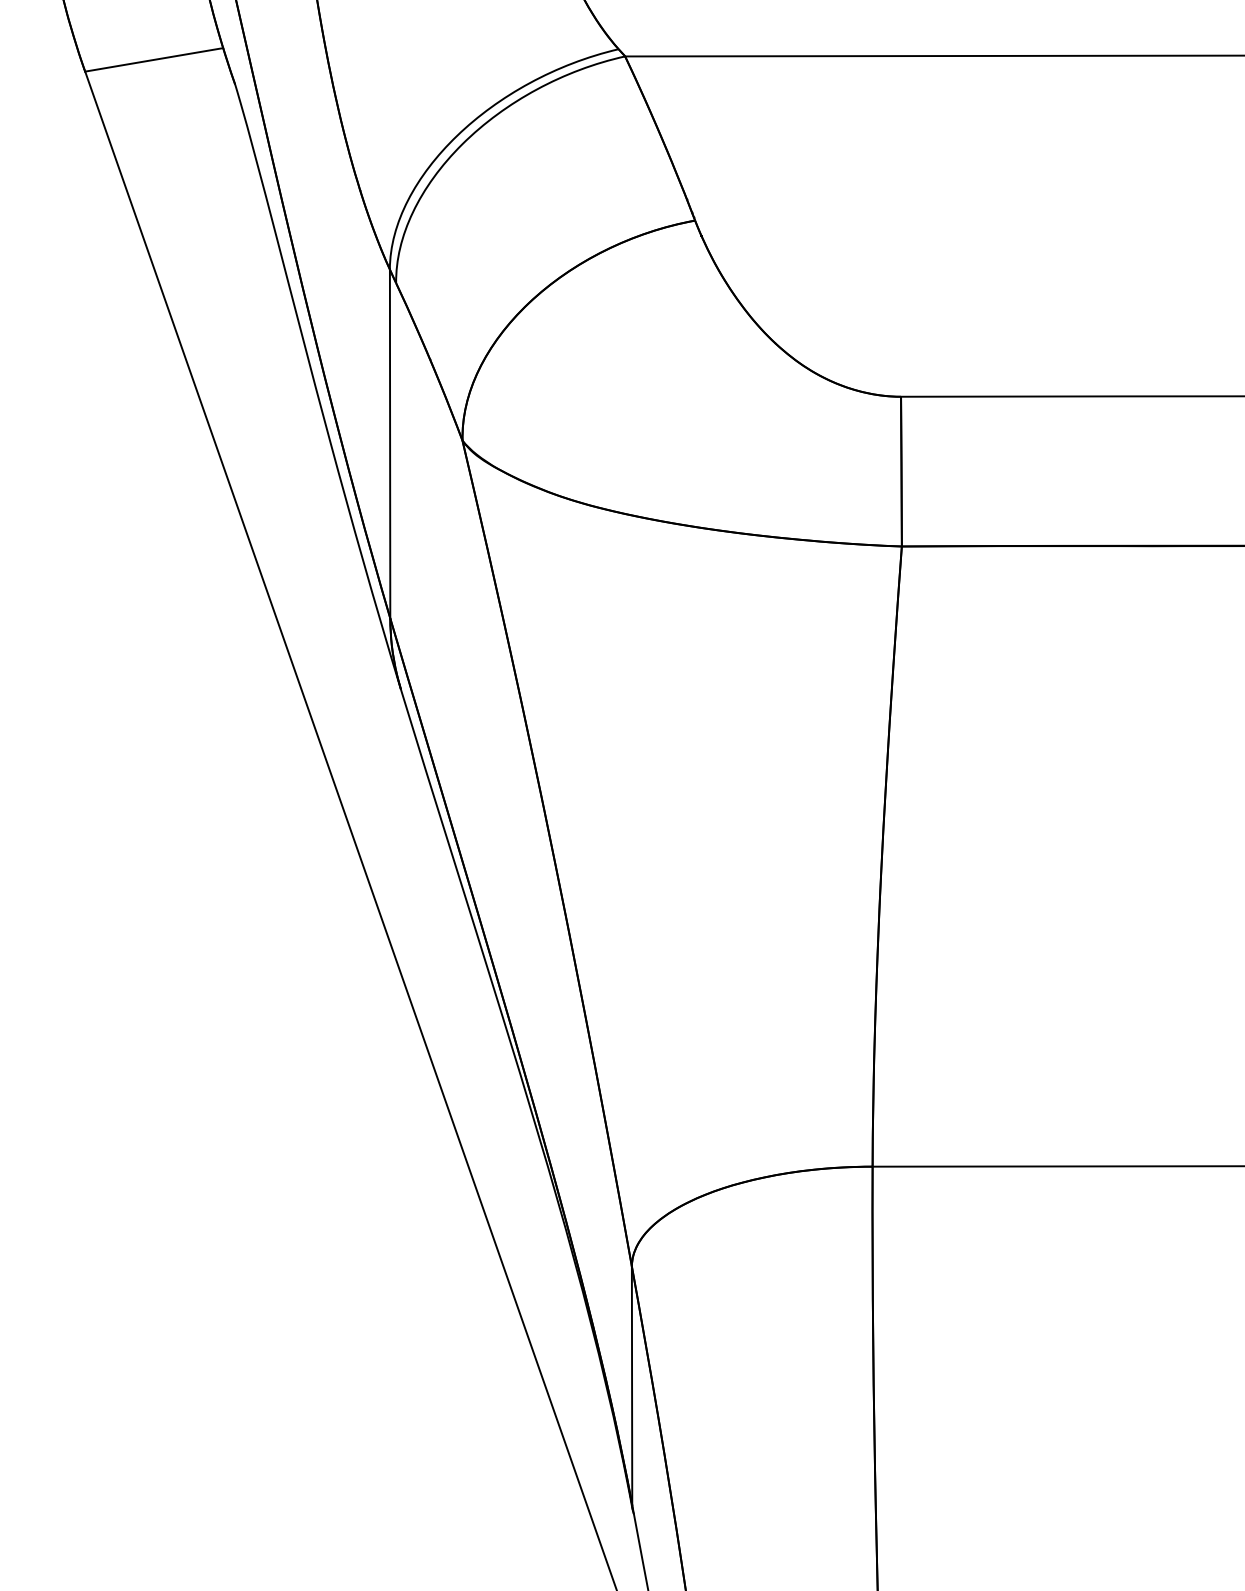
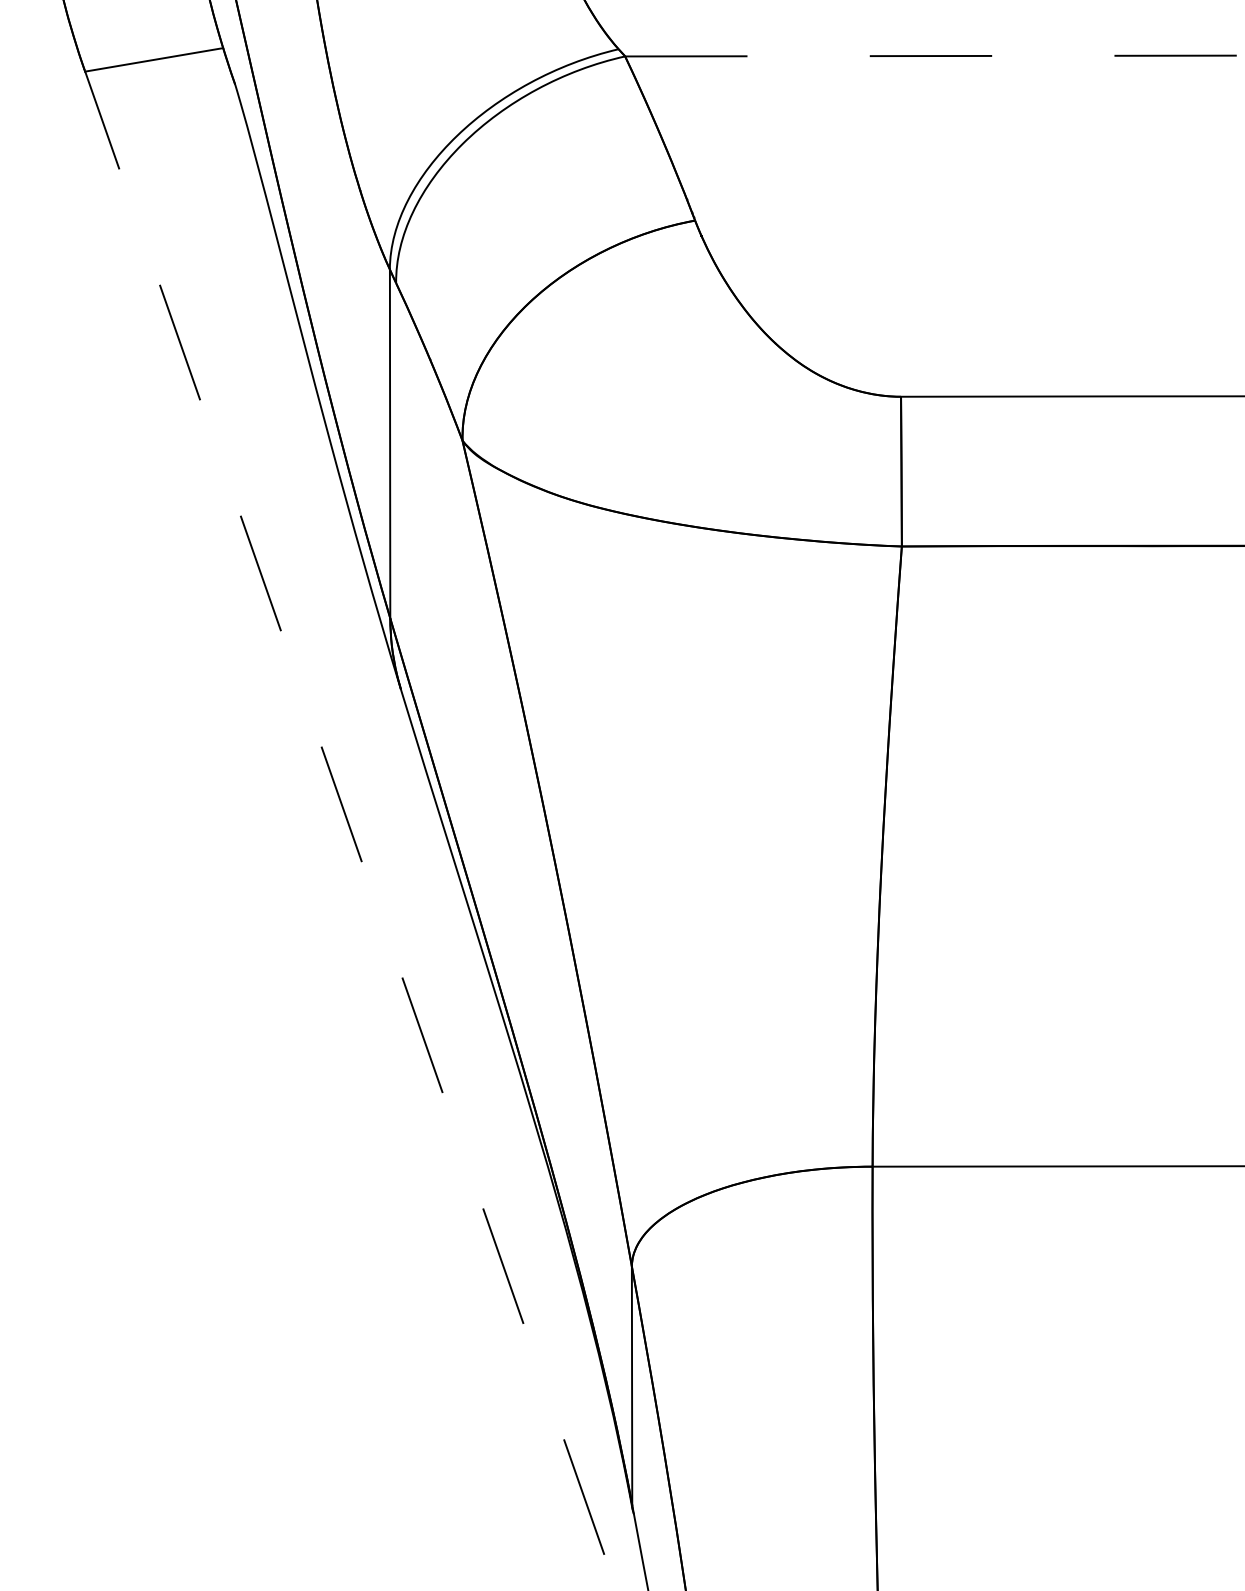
line at (935, 56): solid -> dashed
line at (351, 831): solid -> dashed
